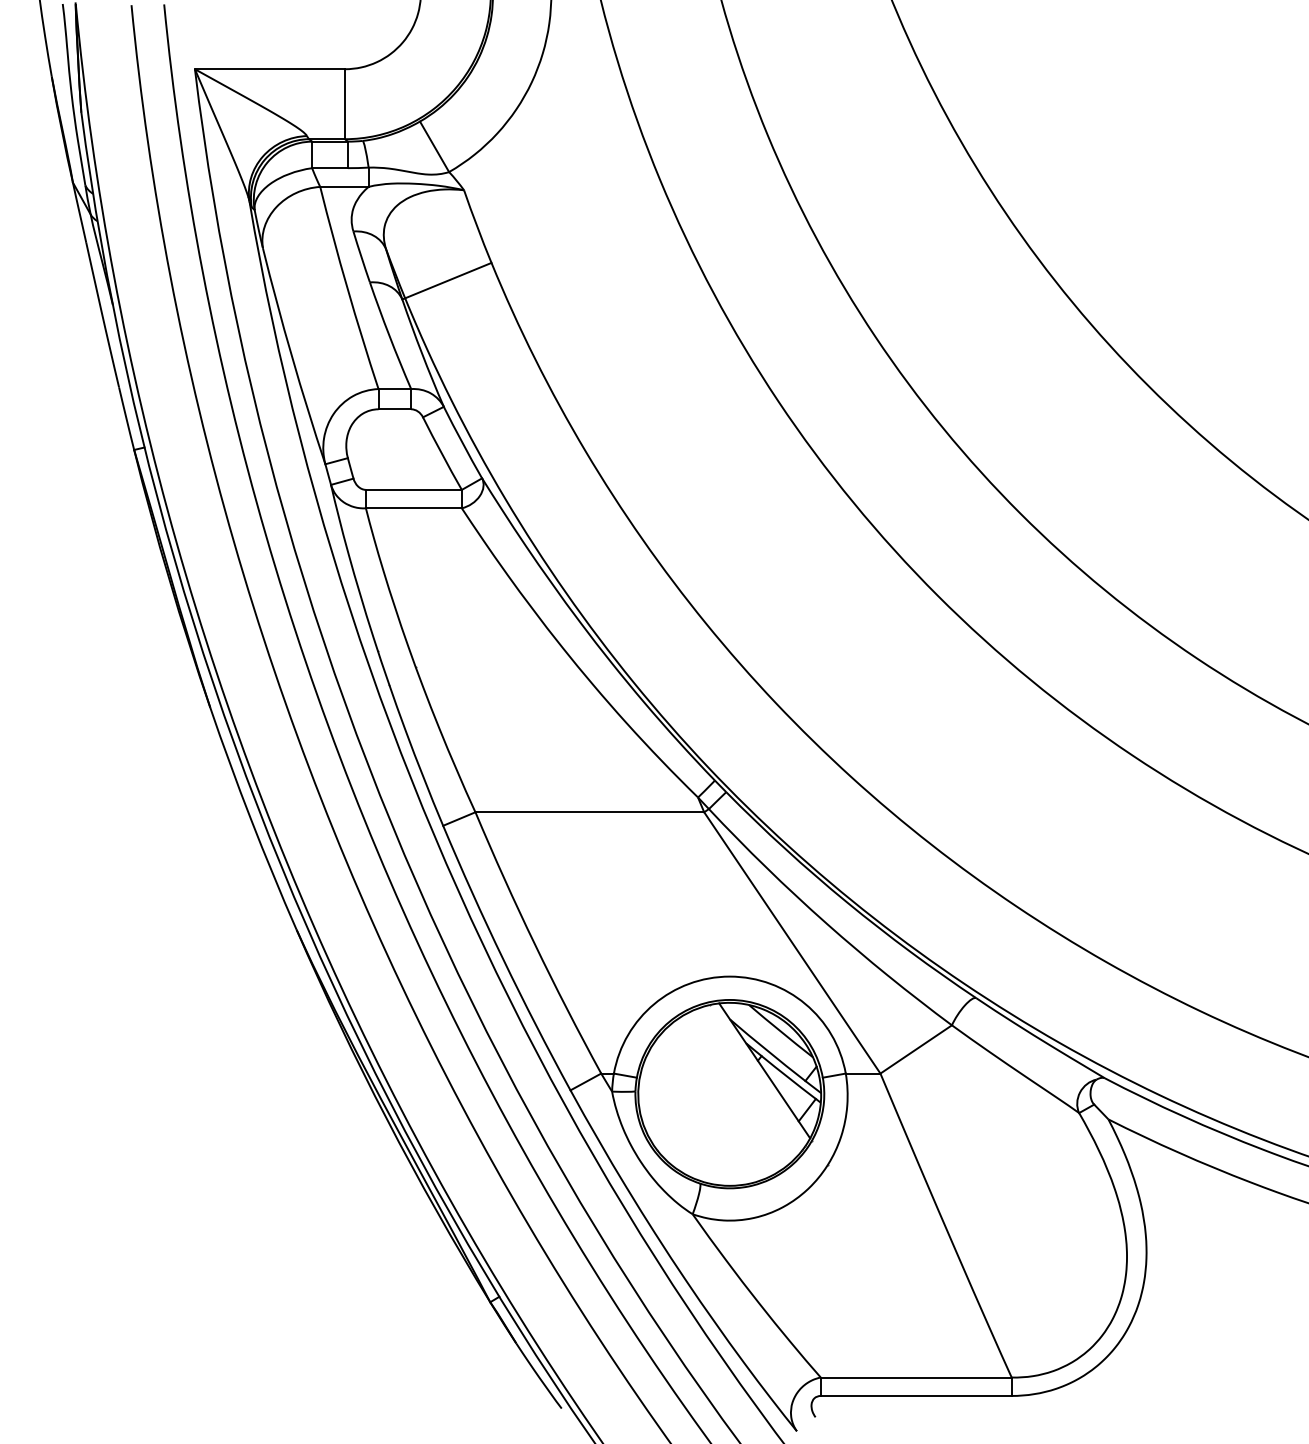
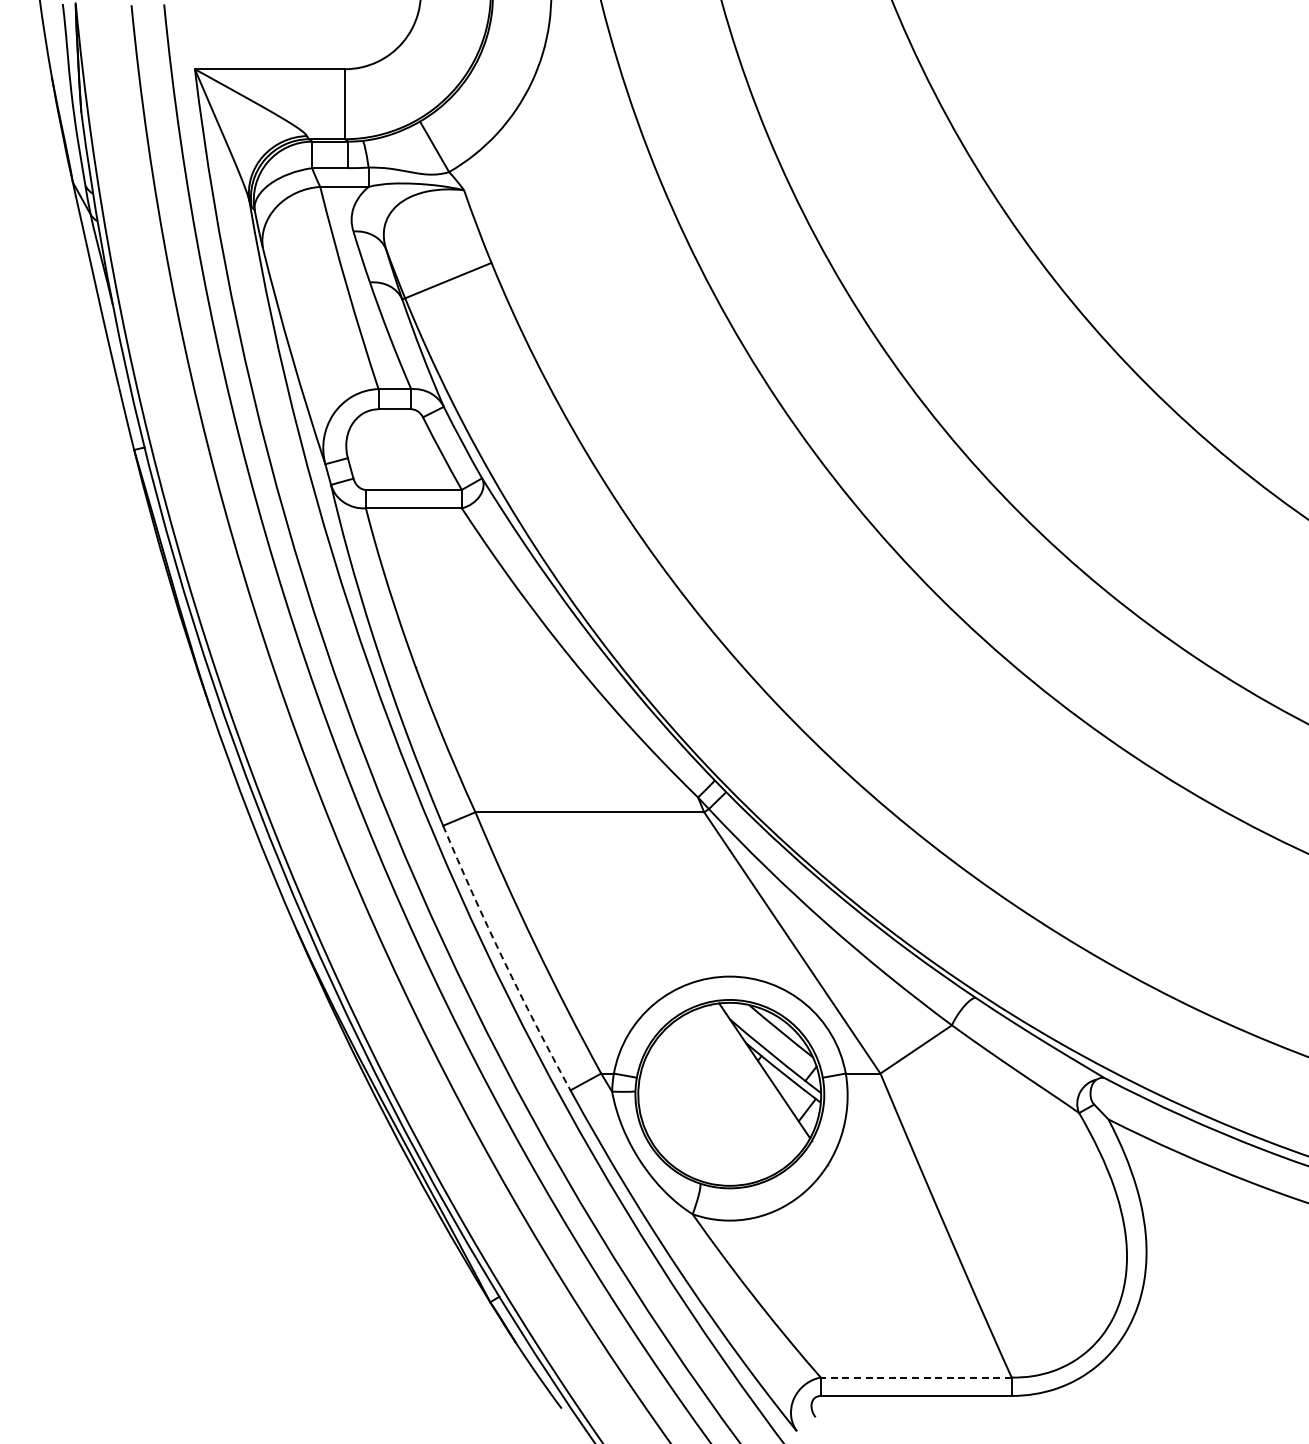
arc at (503, 959): solid -> dashed
line at (915, 1377): solid -> dashed
